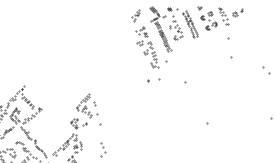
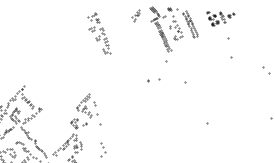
part at (220, 18) size: 47x25 px -> 30x16 px
part at (147, 47) position: (147, 47) -> (99, 33)
